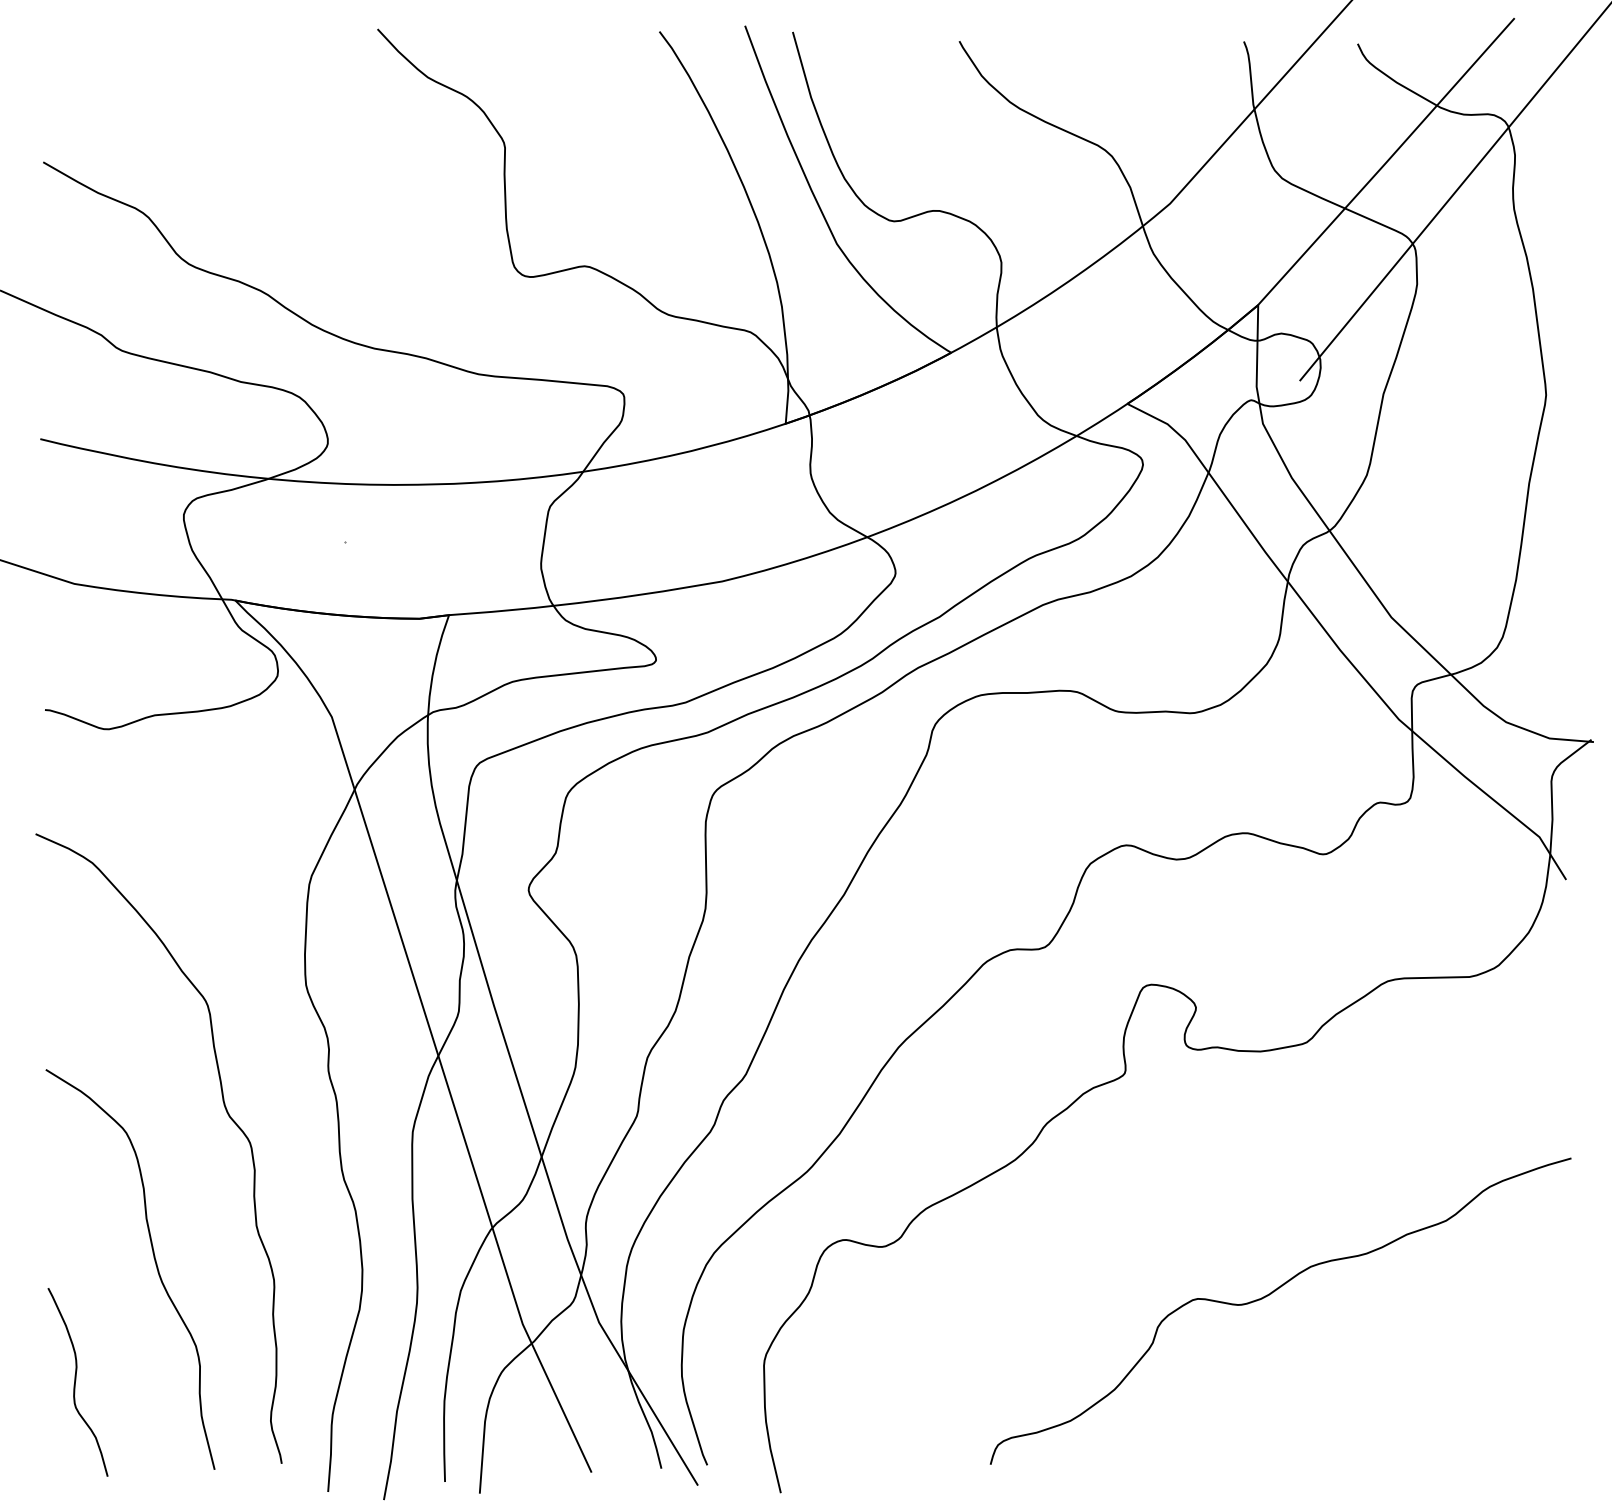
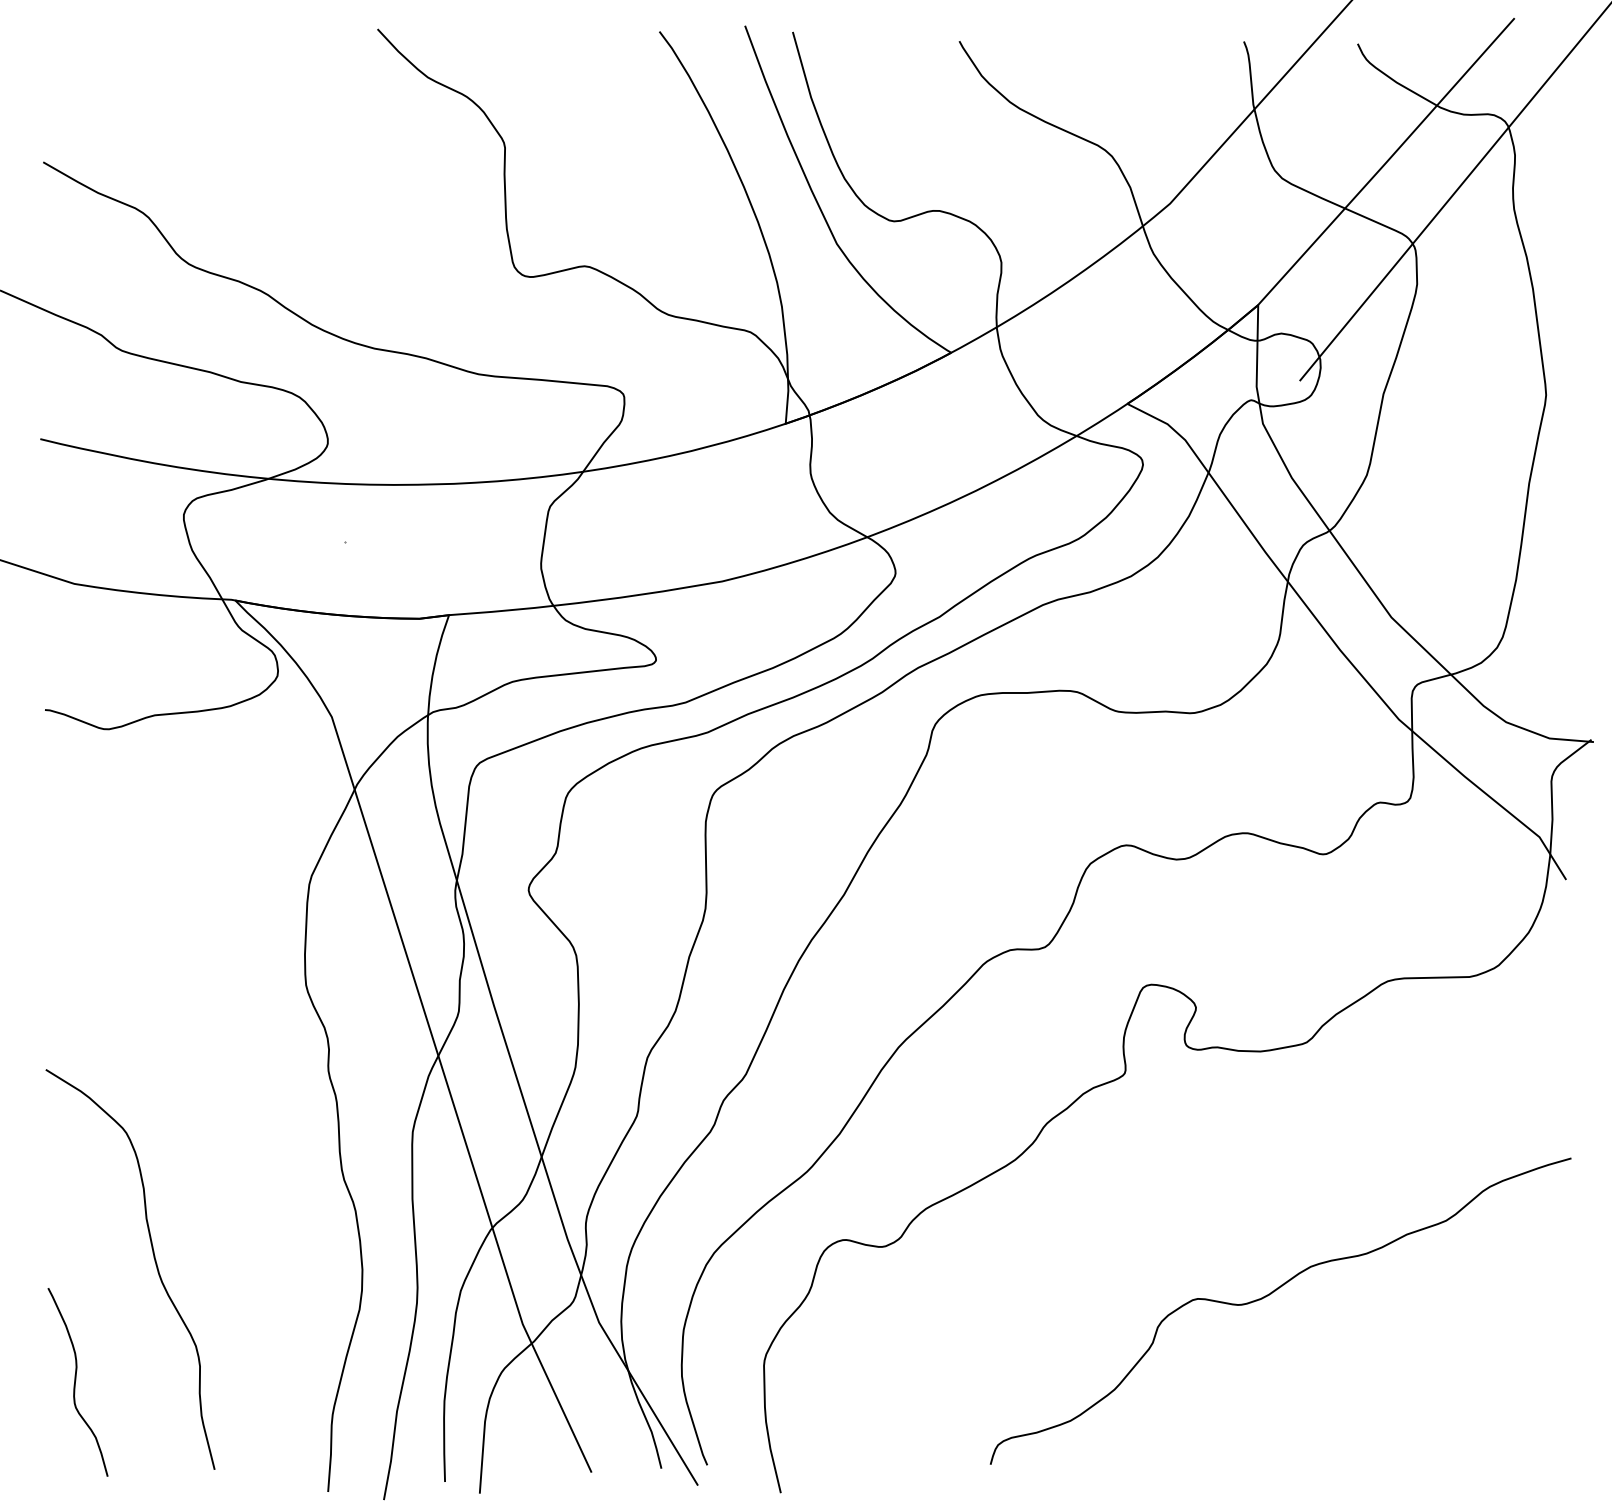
curve at (227, 1114): present -> none
